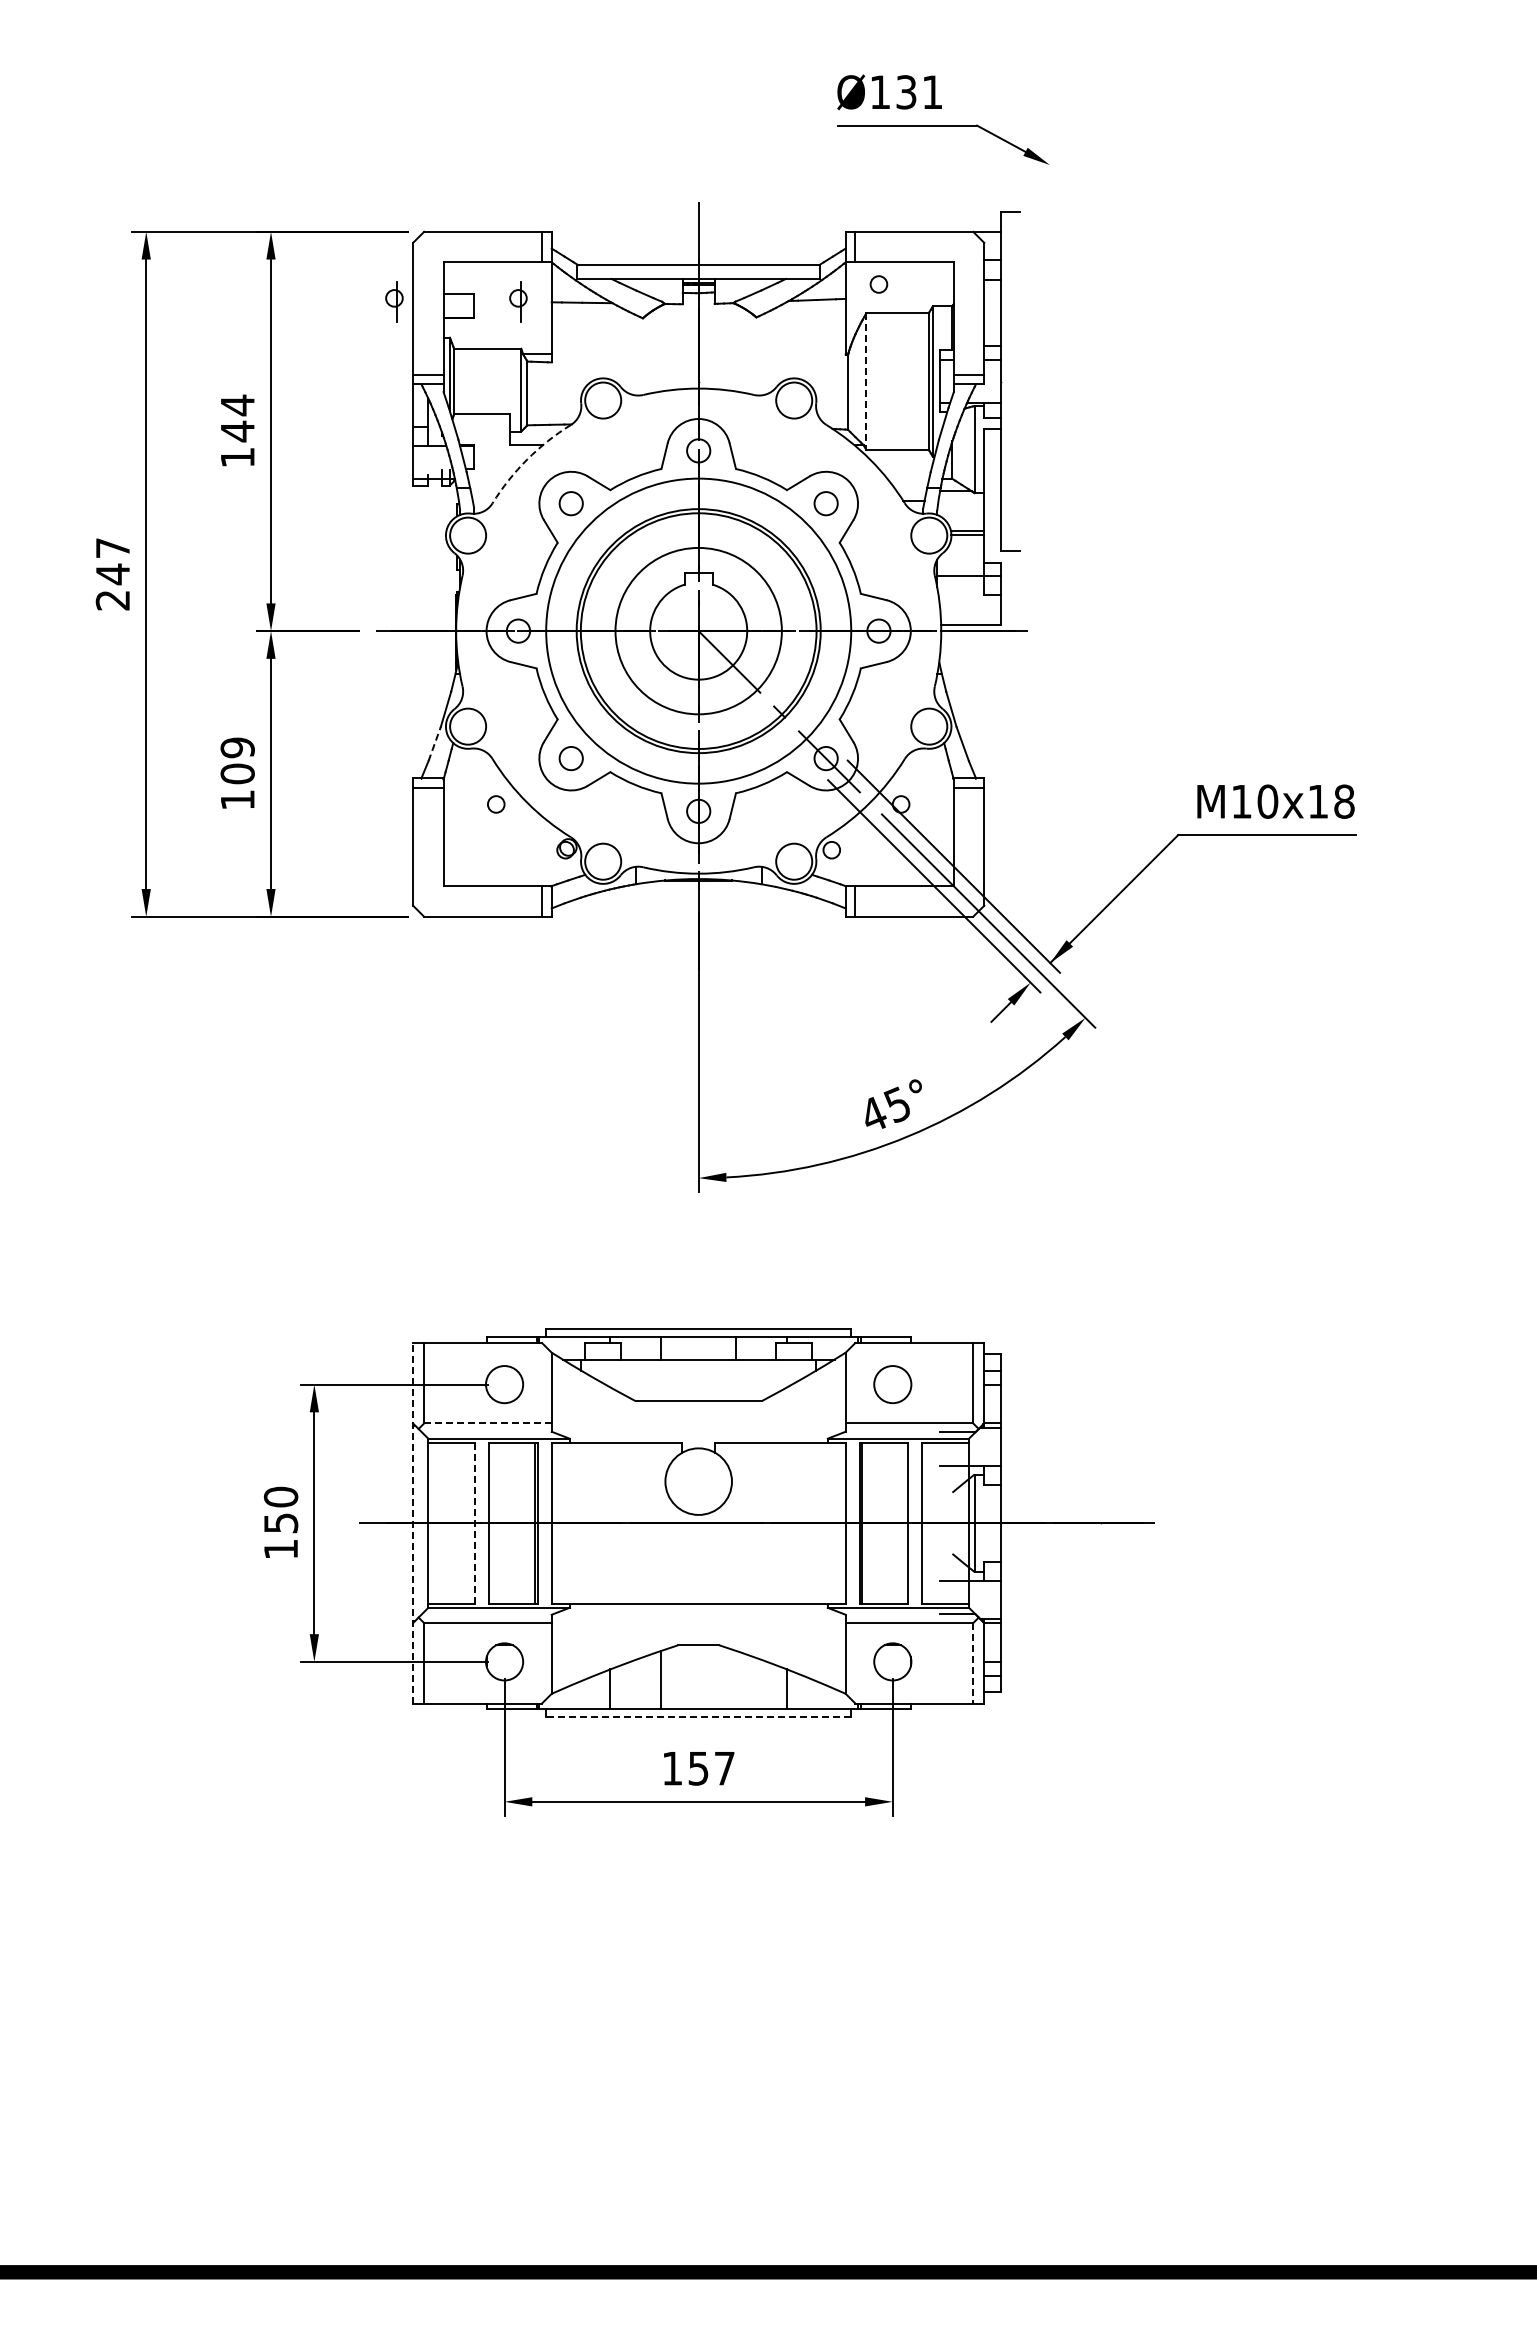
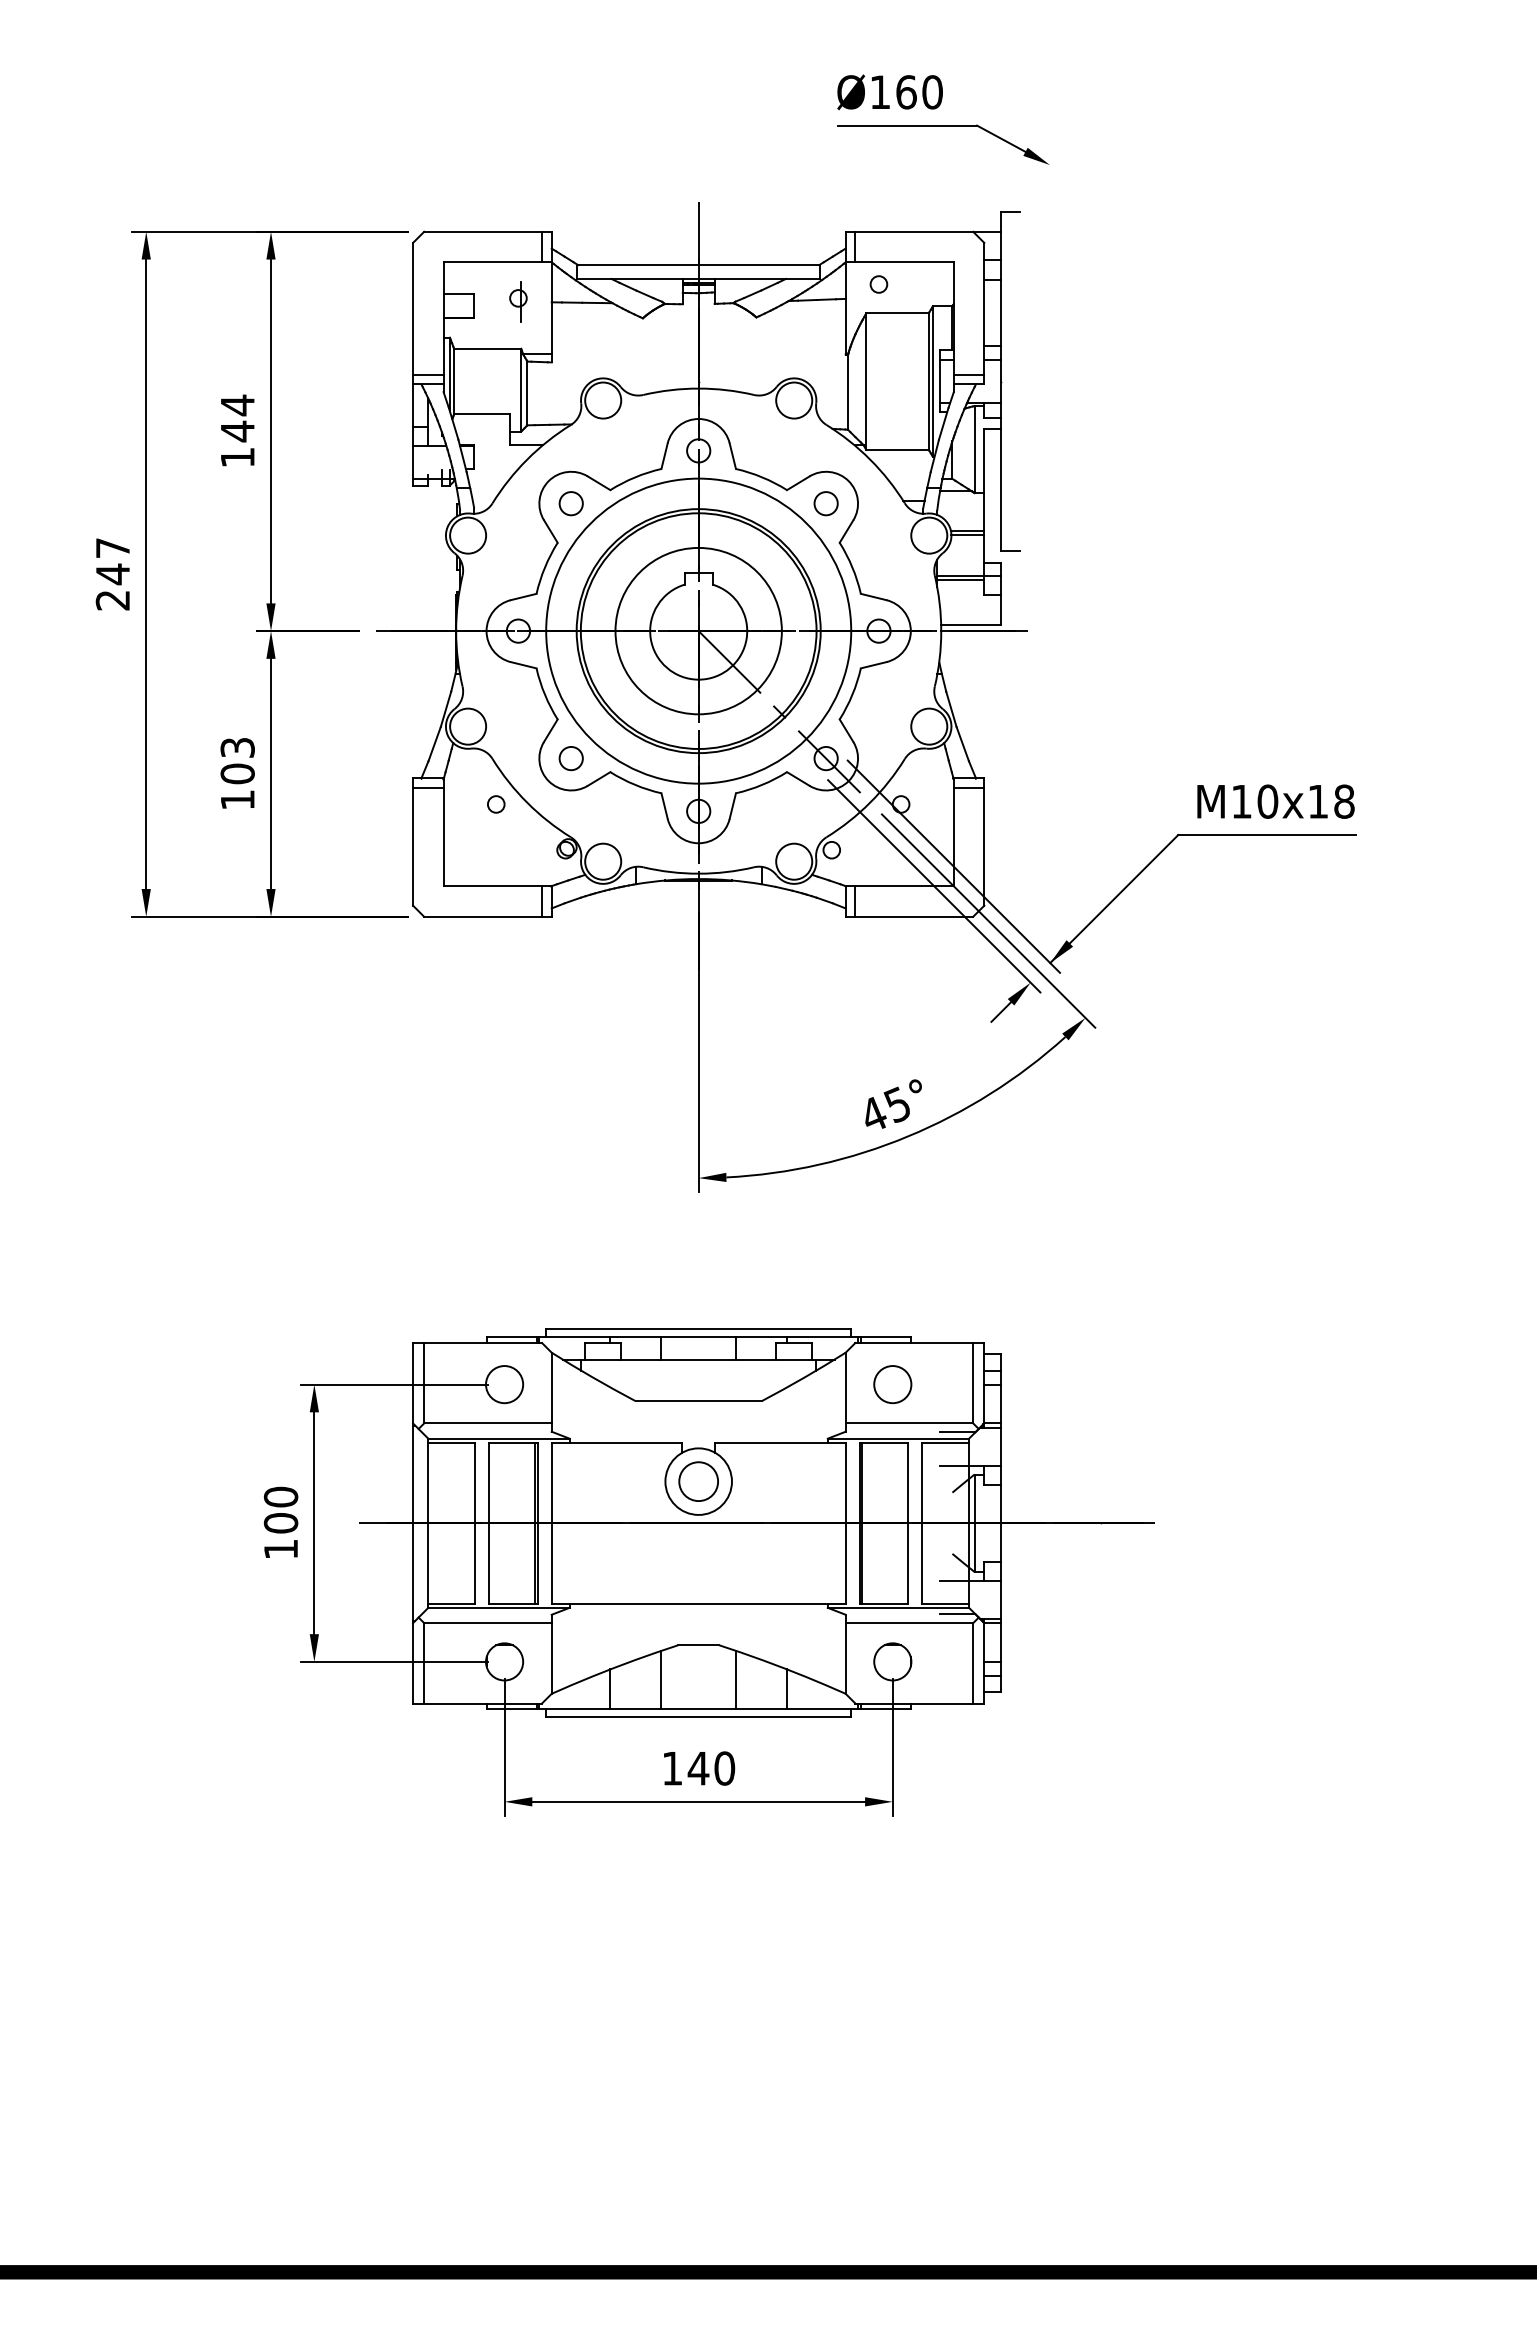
text at (919, 92): Ø131 -> Ø160
part at (394, 301): present -> none
line at (866, 382): dashed -> solid
arc at (527, 459): dashed -> solid
line at (960, 580): none -> present
line at (434, 743): dashed -> solid
text at (237, 747): 109 -> 103
line at (487, 1423): dashed -> solid
circle at (698, 1481): none -> present
line at (413, 1522): dashed -> solid
line at (475, 1522): dashed -> solid
text at (280, 1523): 150 -> 100
line at (973, 1663): dashed -> solid
line at (735, 1679): none -> present
line at (698, 1717): dashed -> solid
text at (711, 1768): 157 -> 140
